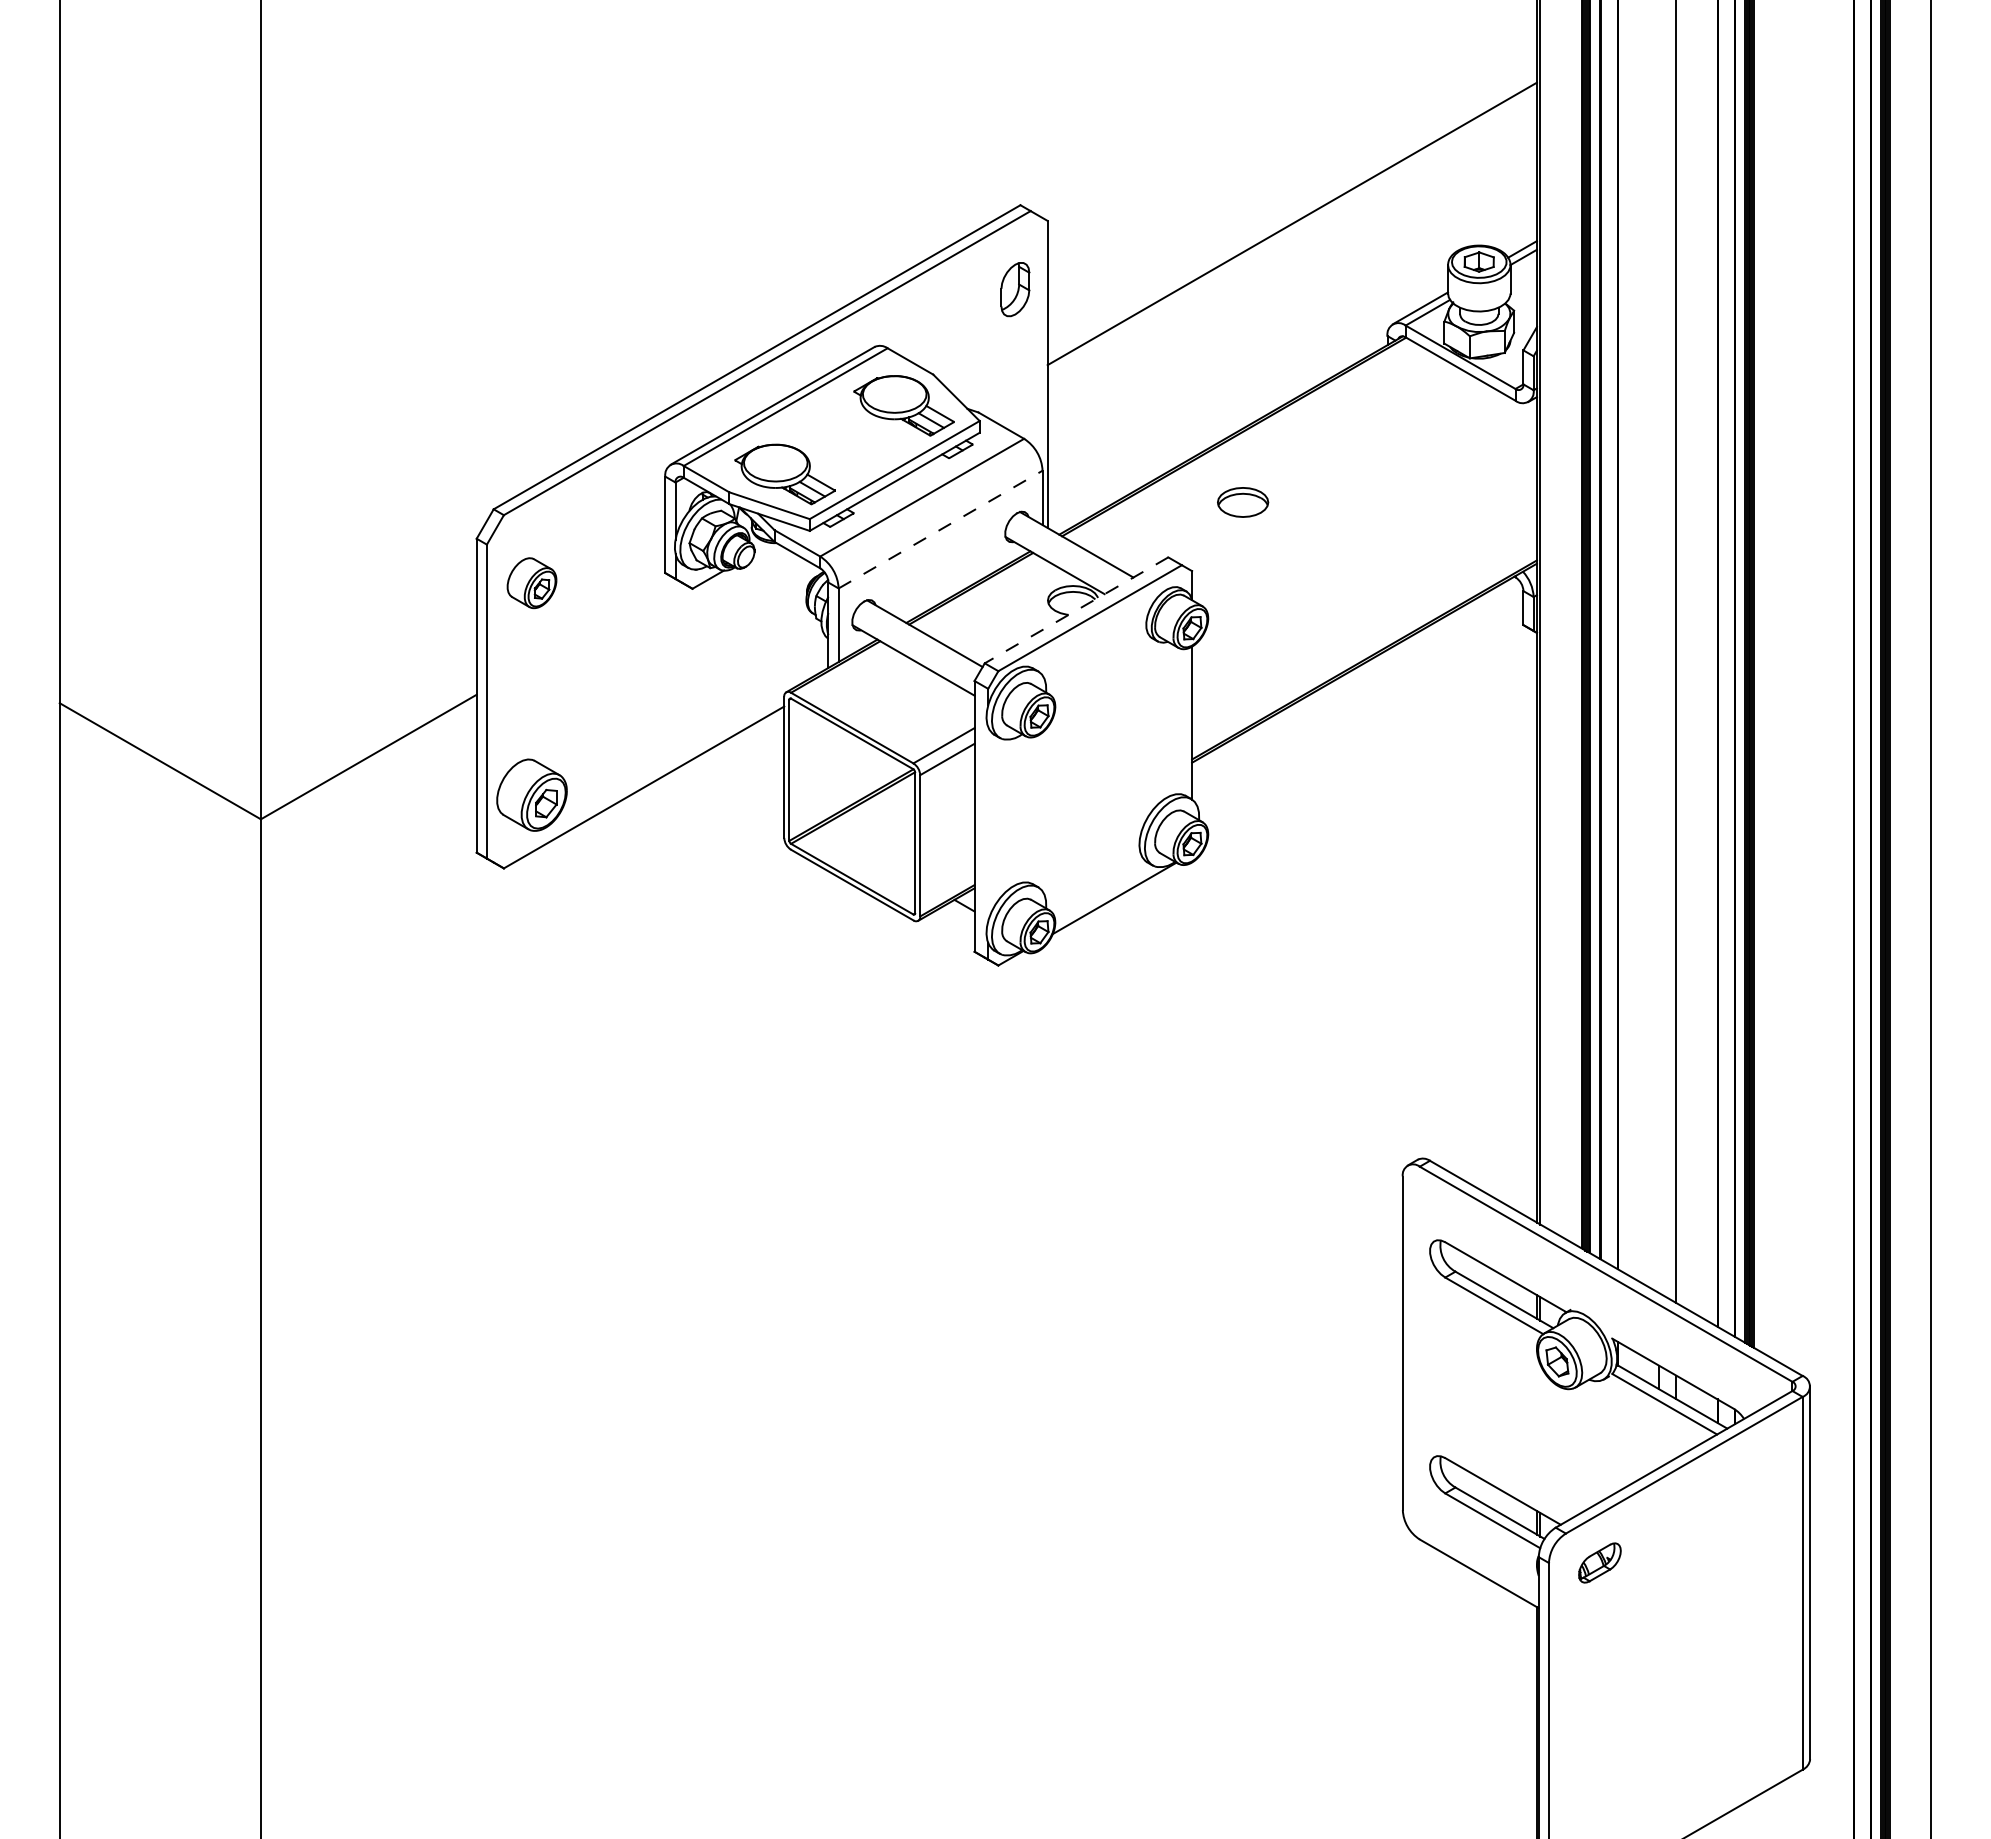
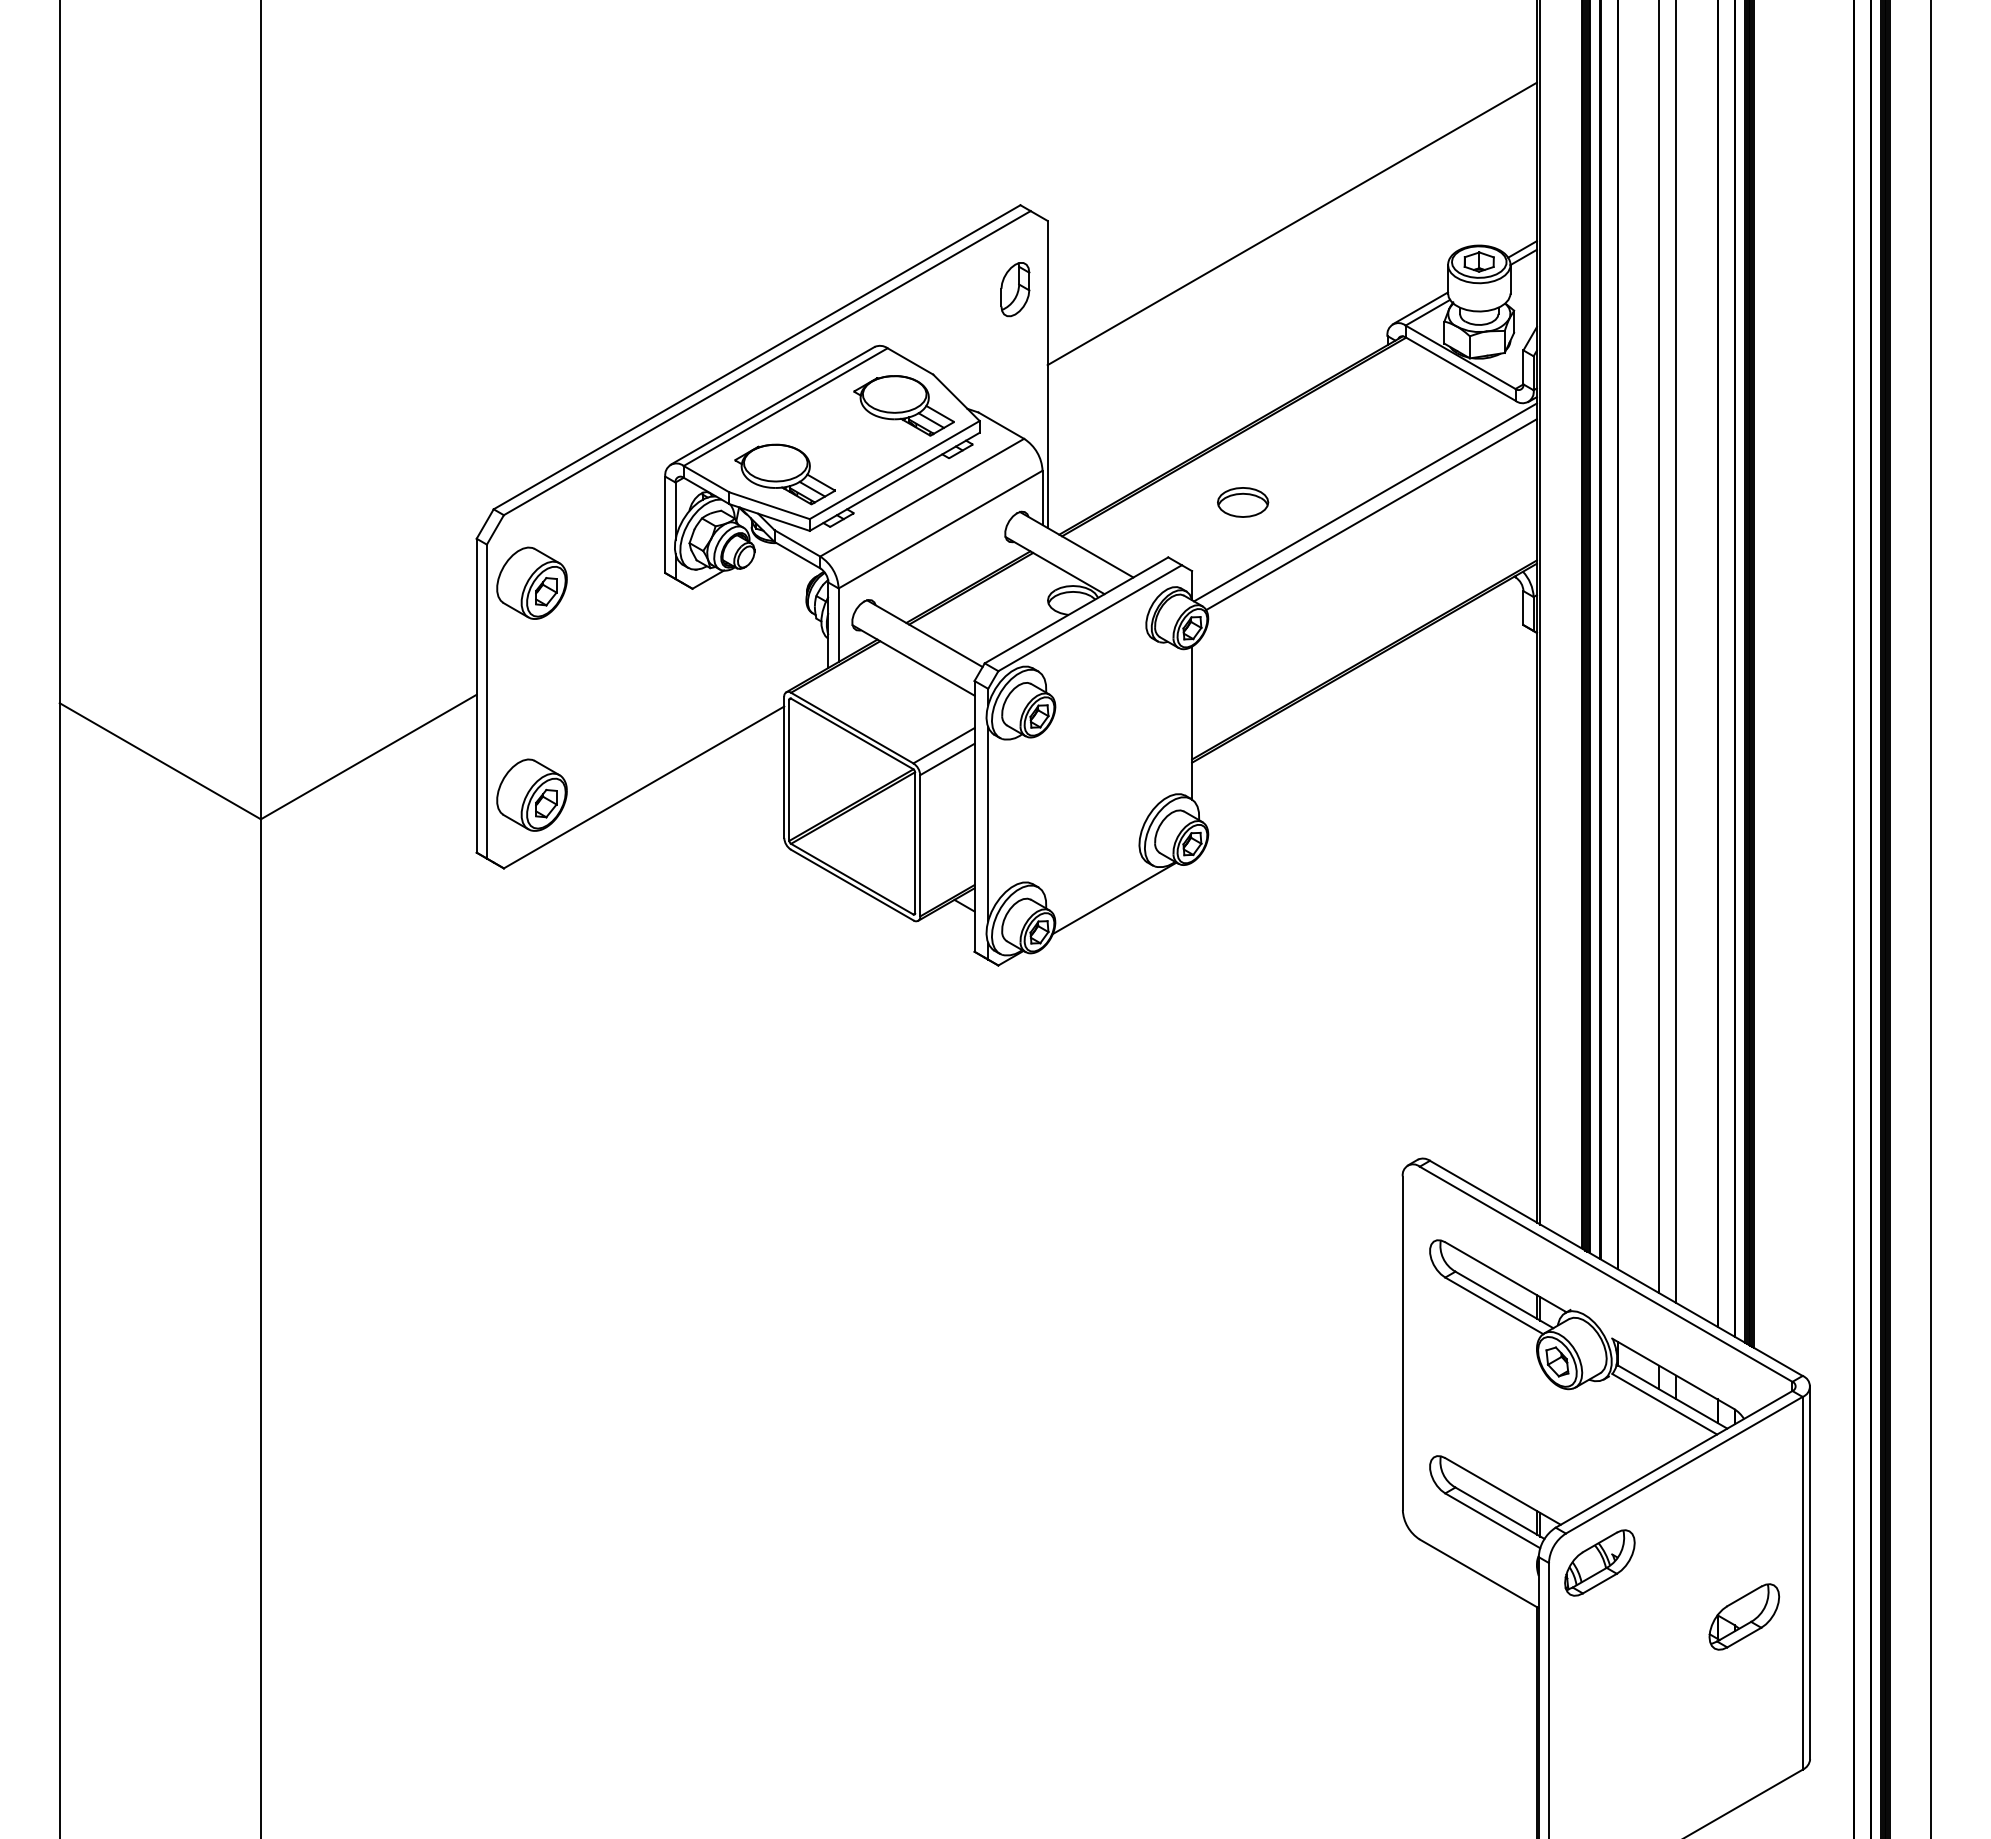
line at (1365, 502): none -> present
line at (1371, 514): none -> present
line at (940, 529): dashed -> solid
part at (531, 583) size: 52x53 px -> 72x74 px
line at (1076, 610): dashed -> solid
line at (1659, 647): none -> present
line at (988, 824): none -> present
part at (1599, 1562) size: 44x42 px -> 72x68 px
part at (1744, 1616): none -> present
